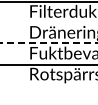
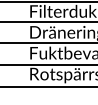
line at (48, 21): none -> present
line at (49, 42): dashed -> solid
line at (48, 86): none -> present
